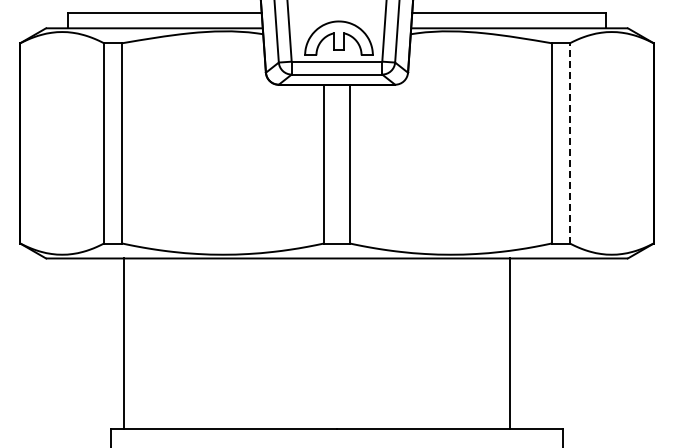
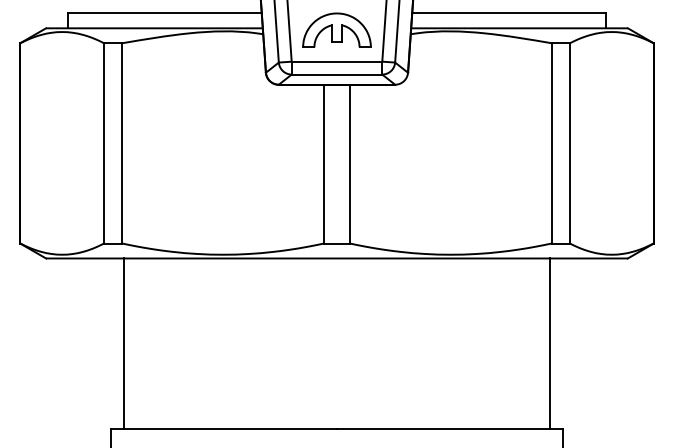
part at (338, 37) position: (338, 37) -> (336, 29)
line at (569, 142): dashed -> solid
line at (509, 343) position: (509, 343) -> (549, 343)
